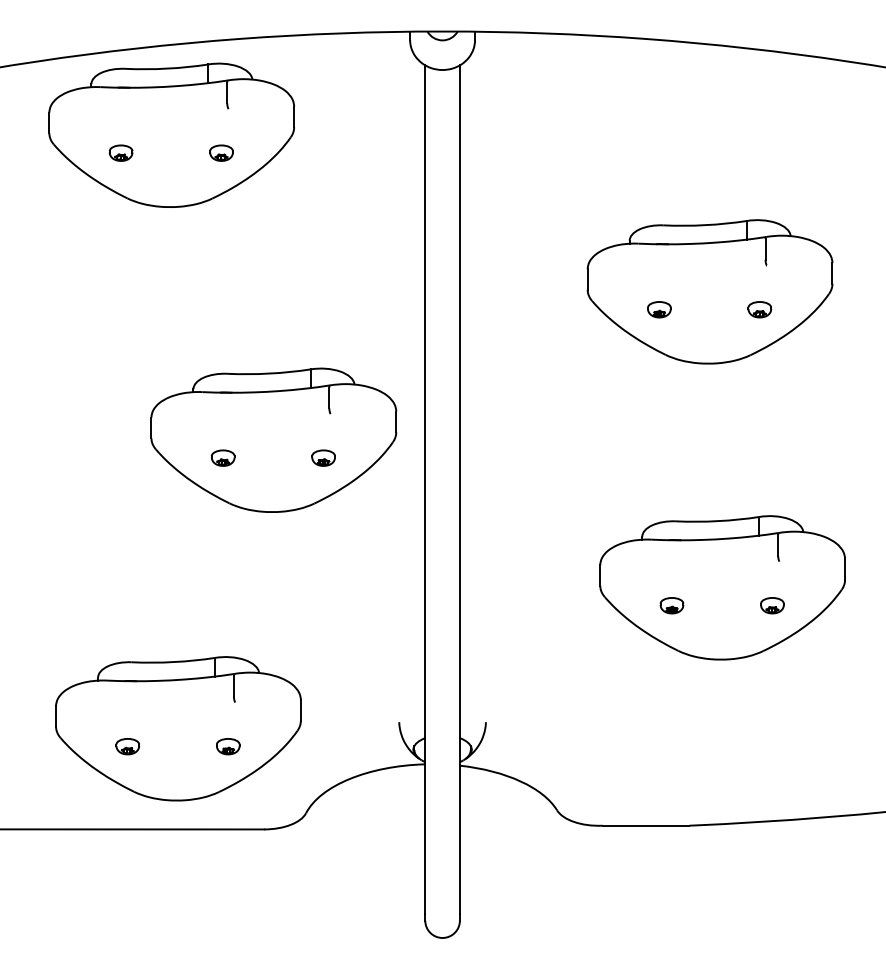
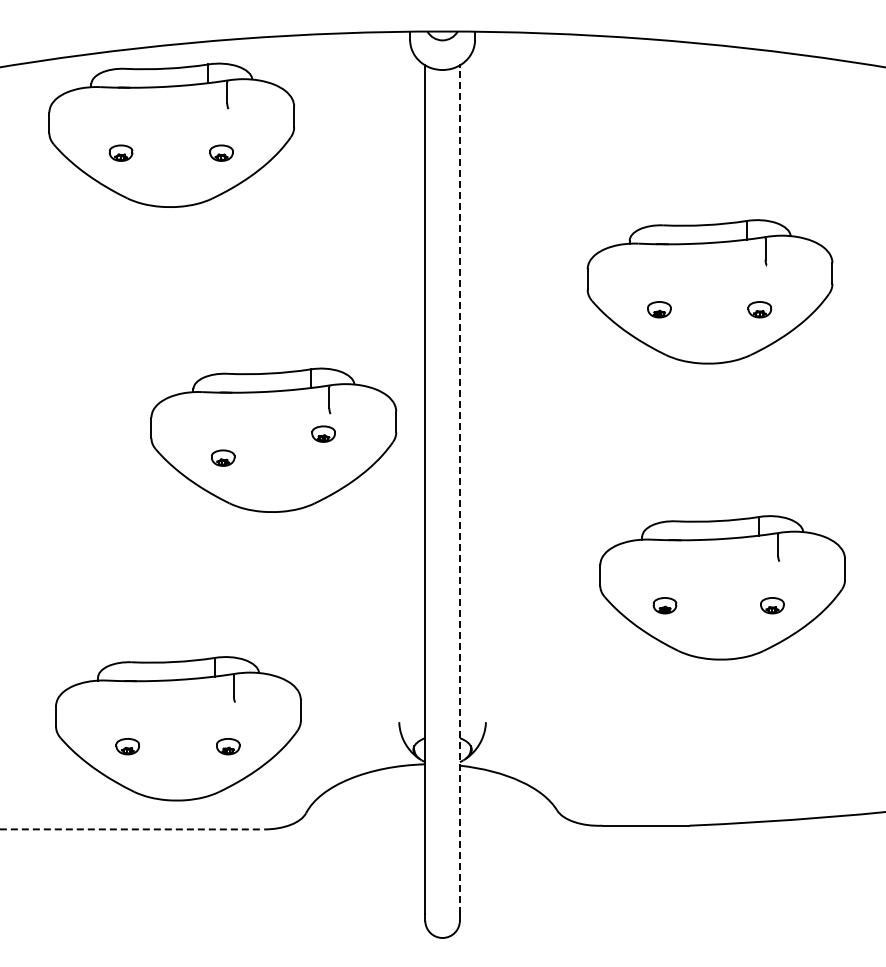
part at (323, 457) position: (323, 457) -> (323, 433)
line at (459, 490): solid -> dashed
part at (671, 605) position: (671, 605) -> (664, 605)
line at (132, 829): solid -> dashed
